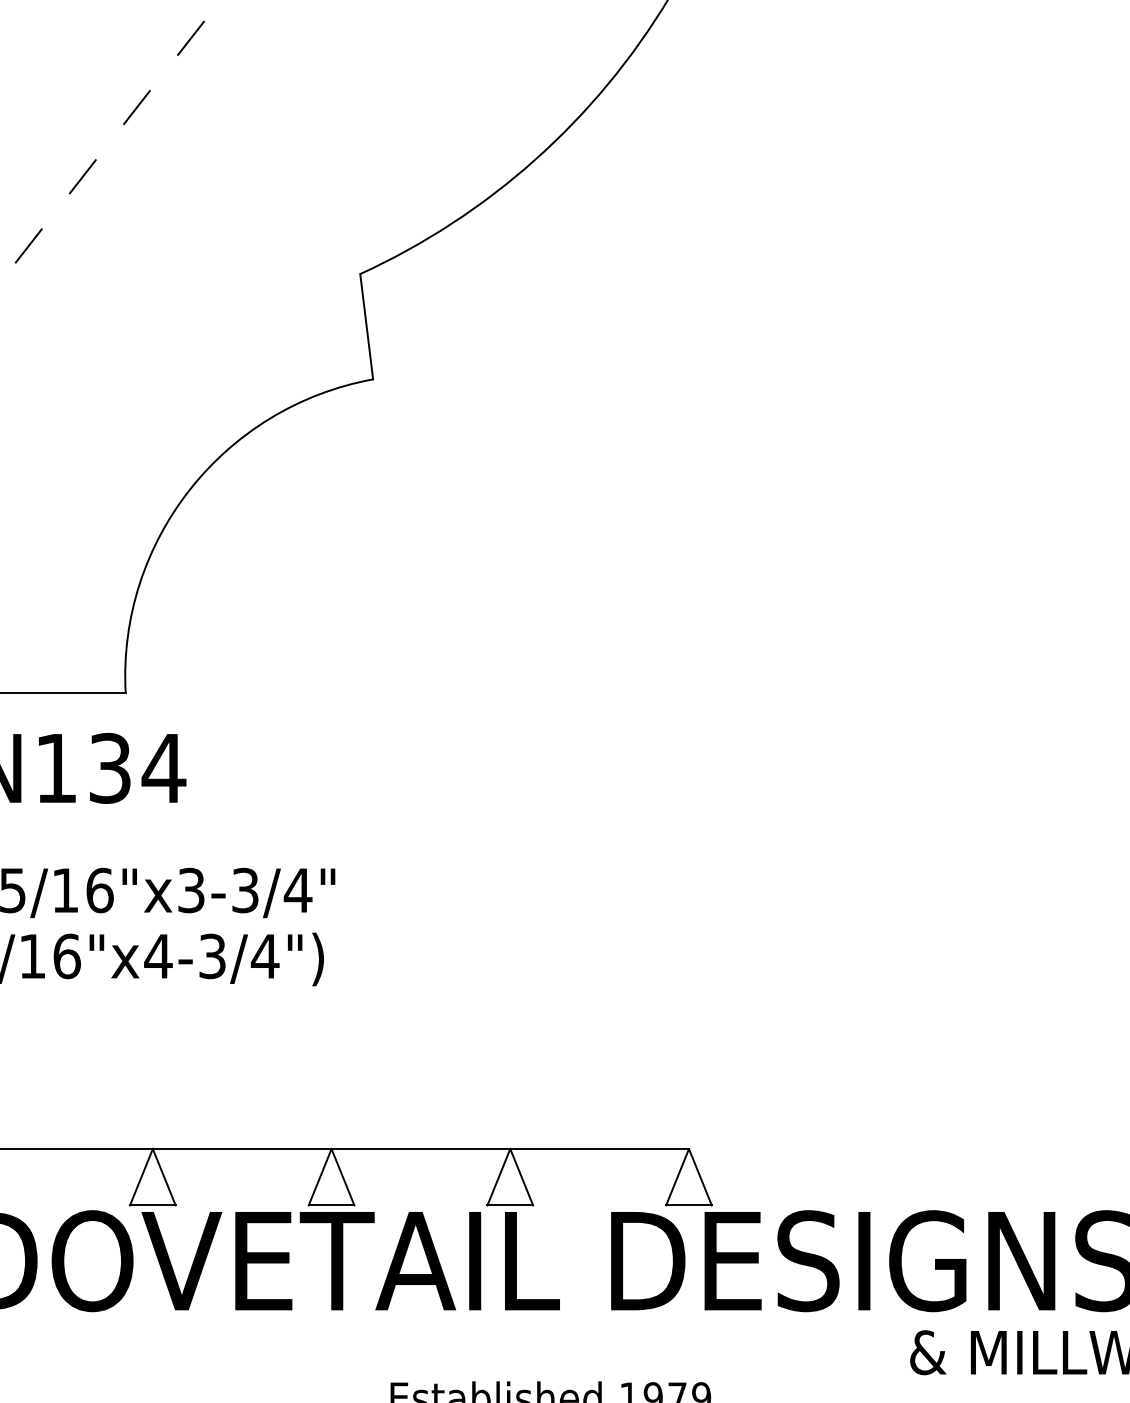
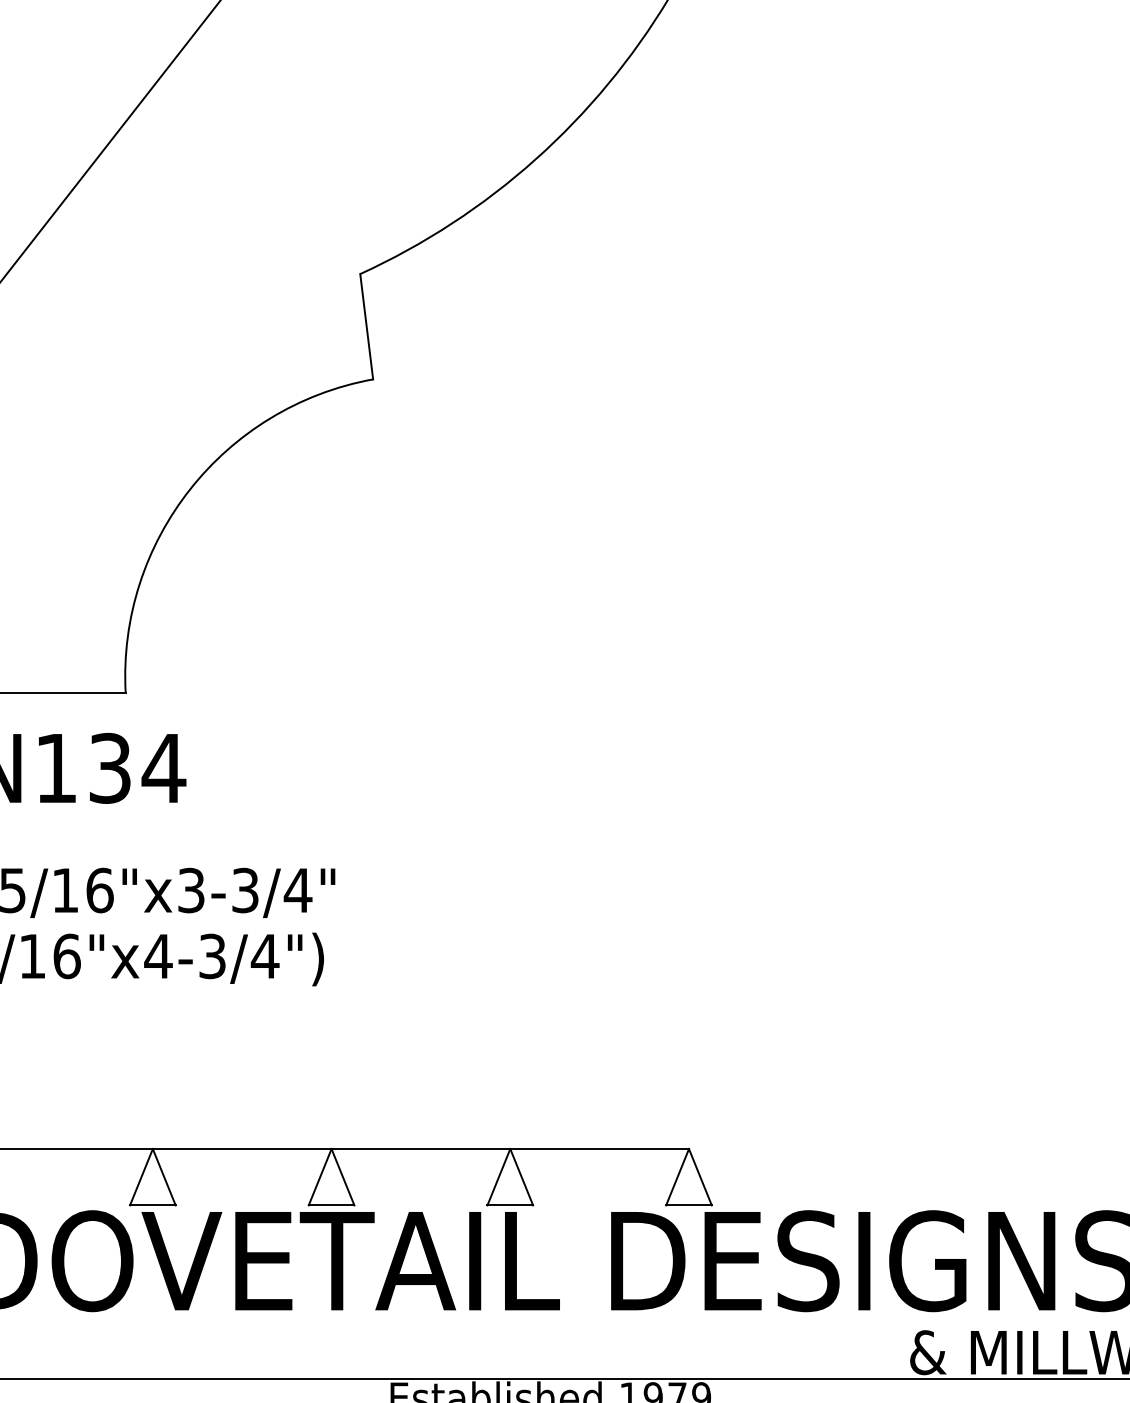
line at (110, 141): dashed -> solid
line at (564, 1378): none -> present
